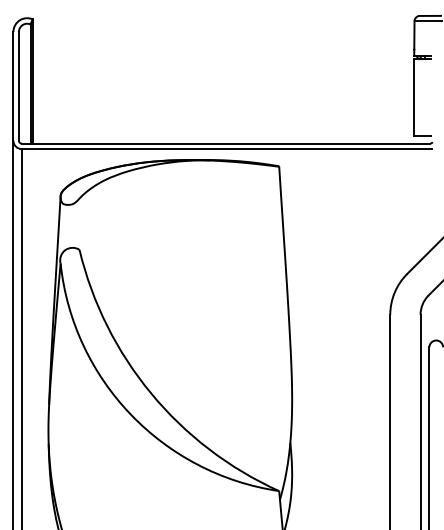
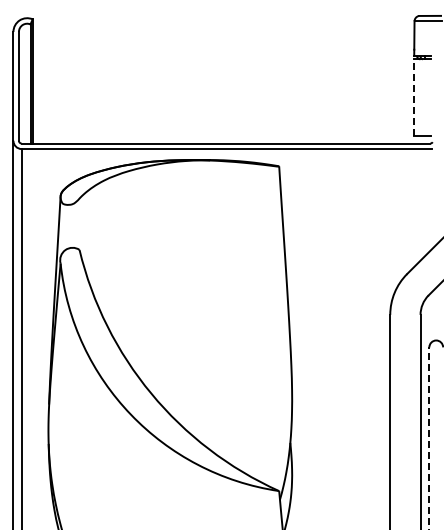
line at (414, 97): solid -> dashed
line at (429, 438): solid -> dashed
